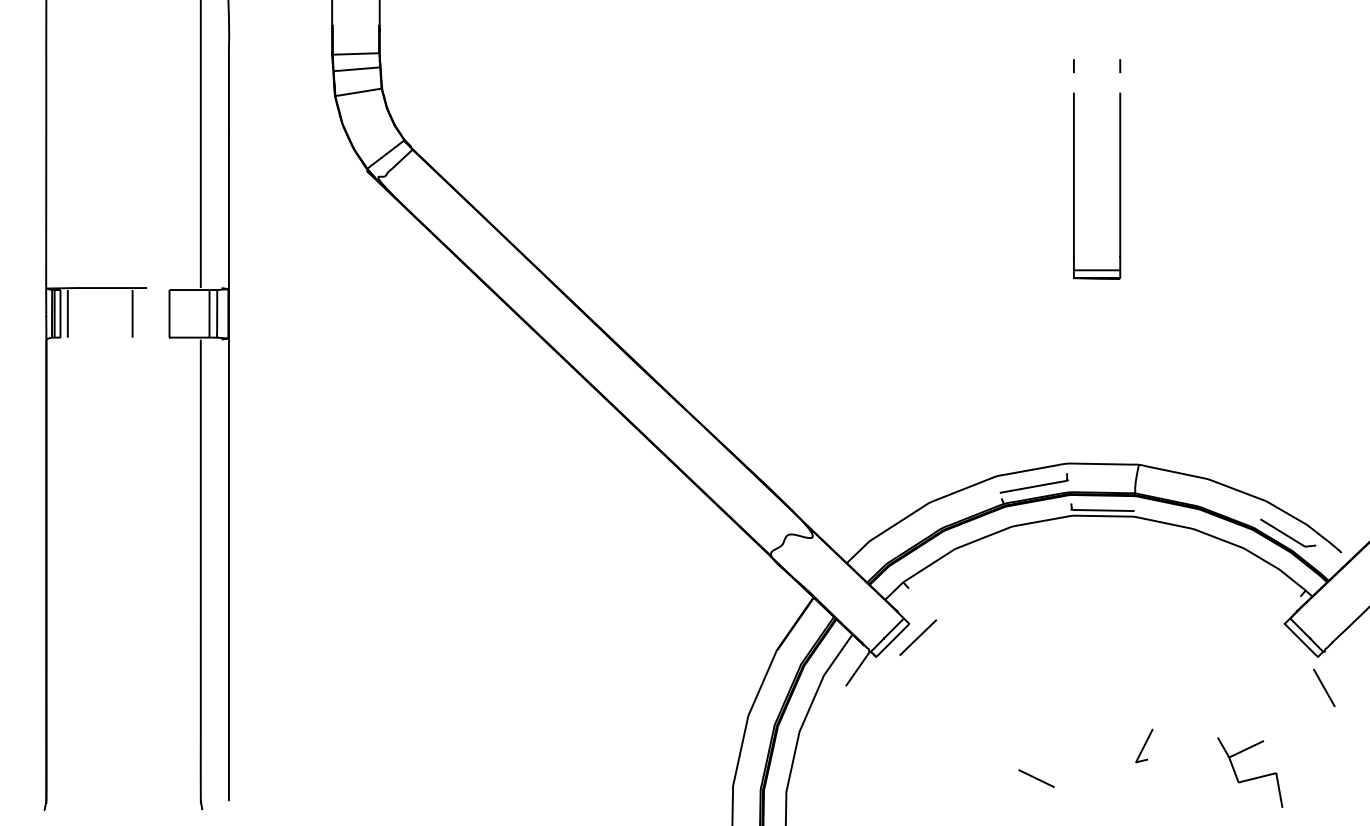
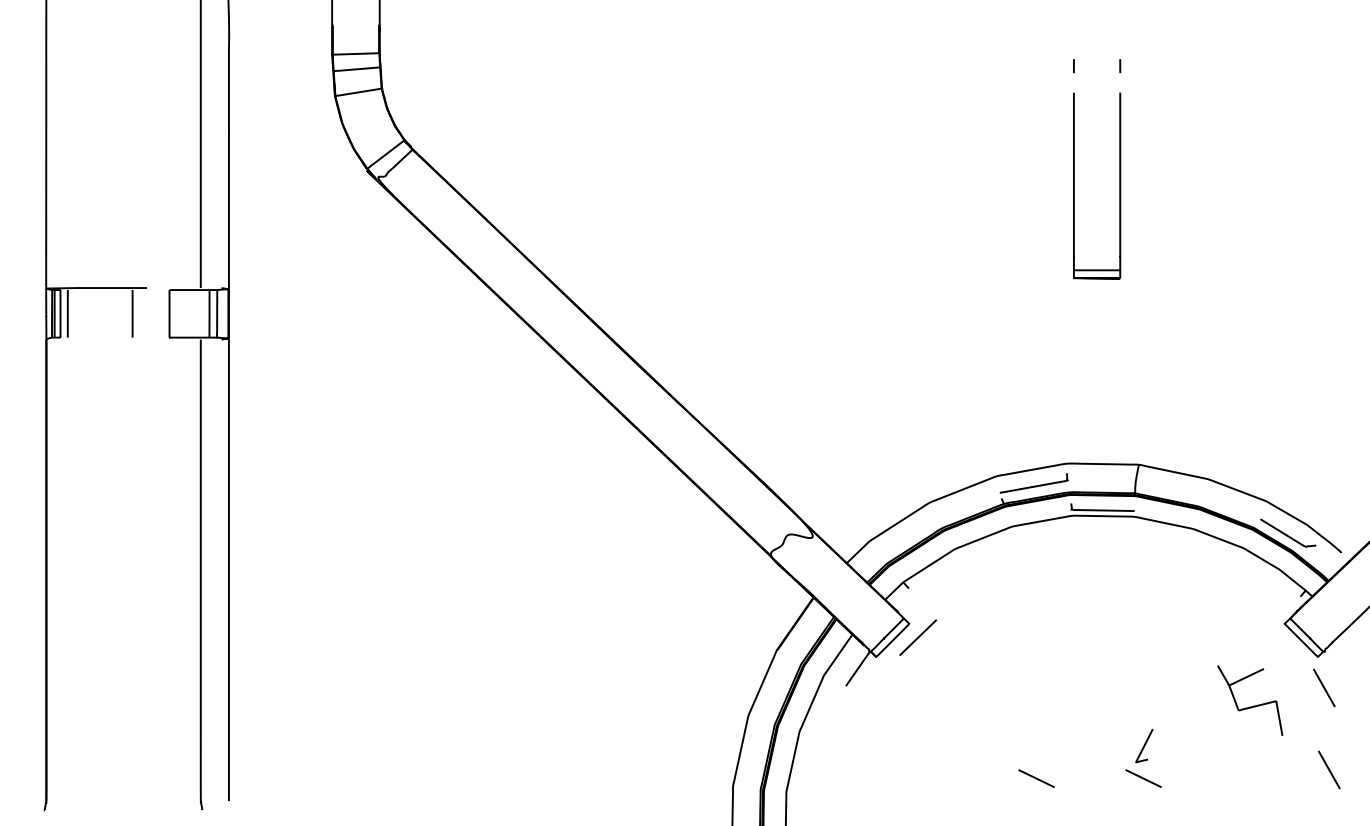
line at (1329, 769): none -> present
part at (1250, 772) position: (1250, 772) -> (1250, 700)
line at (1143, 778): none -> present
